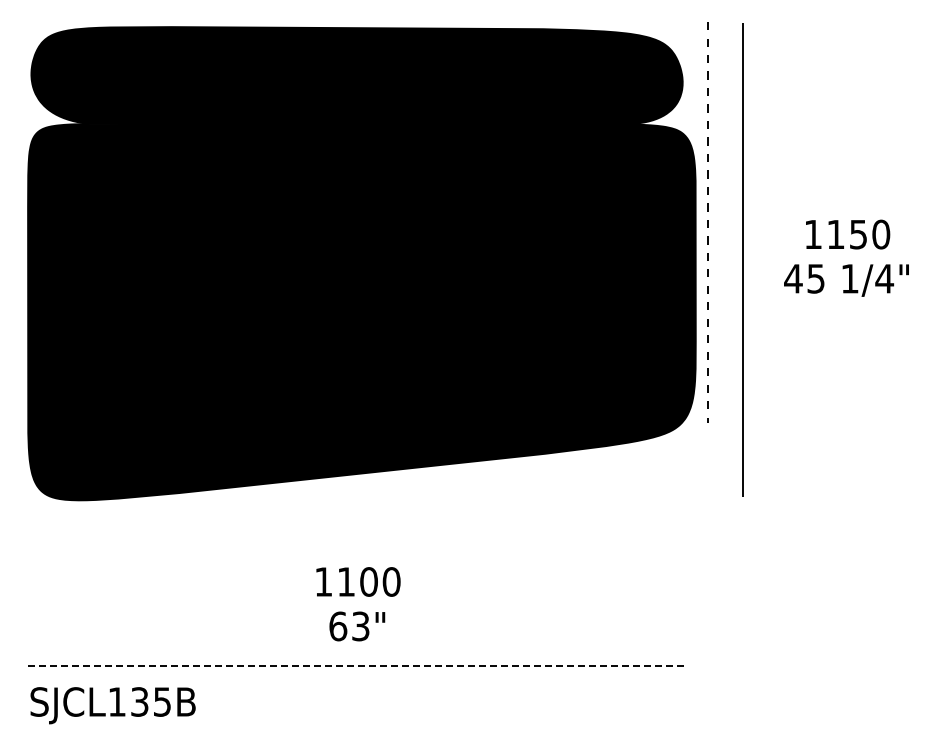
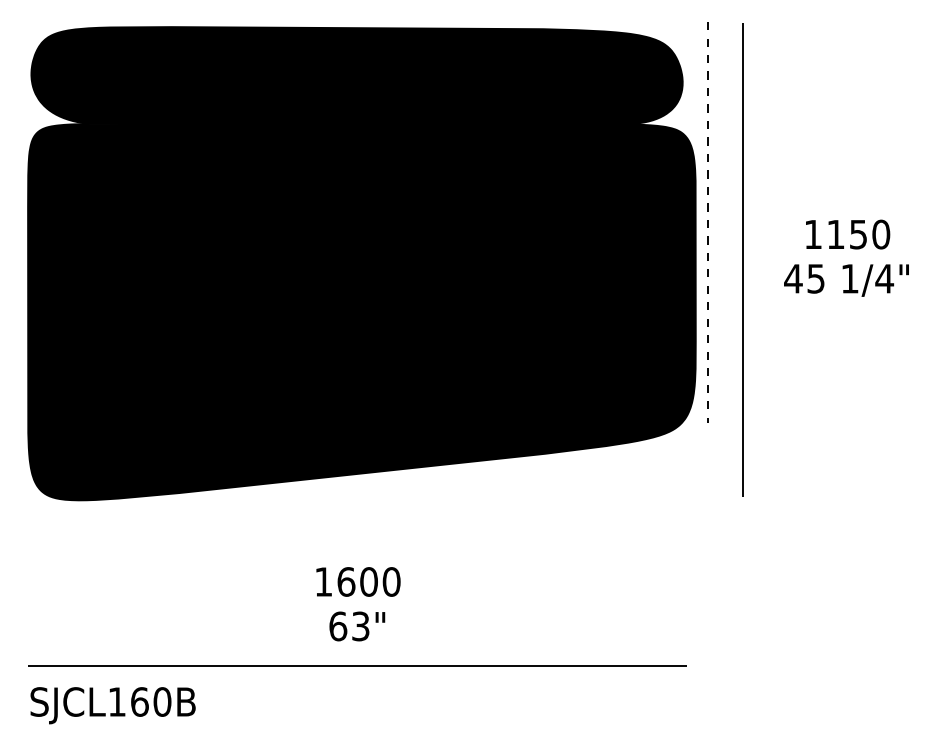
text at (346, 581): 1100 -> 1600
line at (357, 666): dashed -> solid
text at (151, 701): SJCL135B -> SJCL160B
